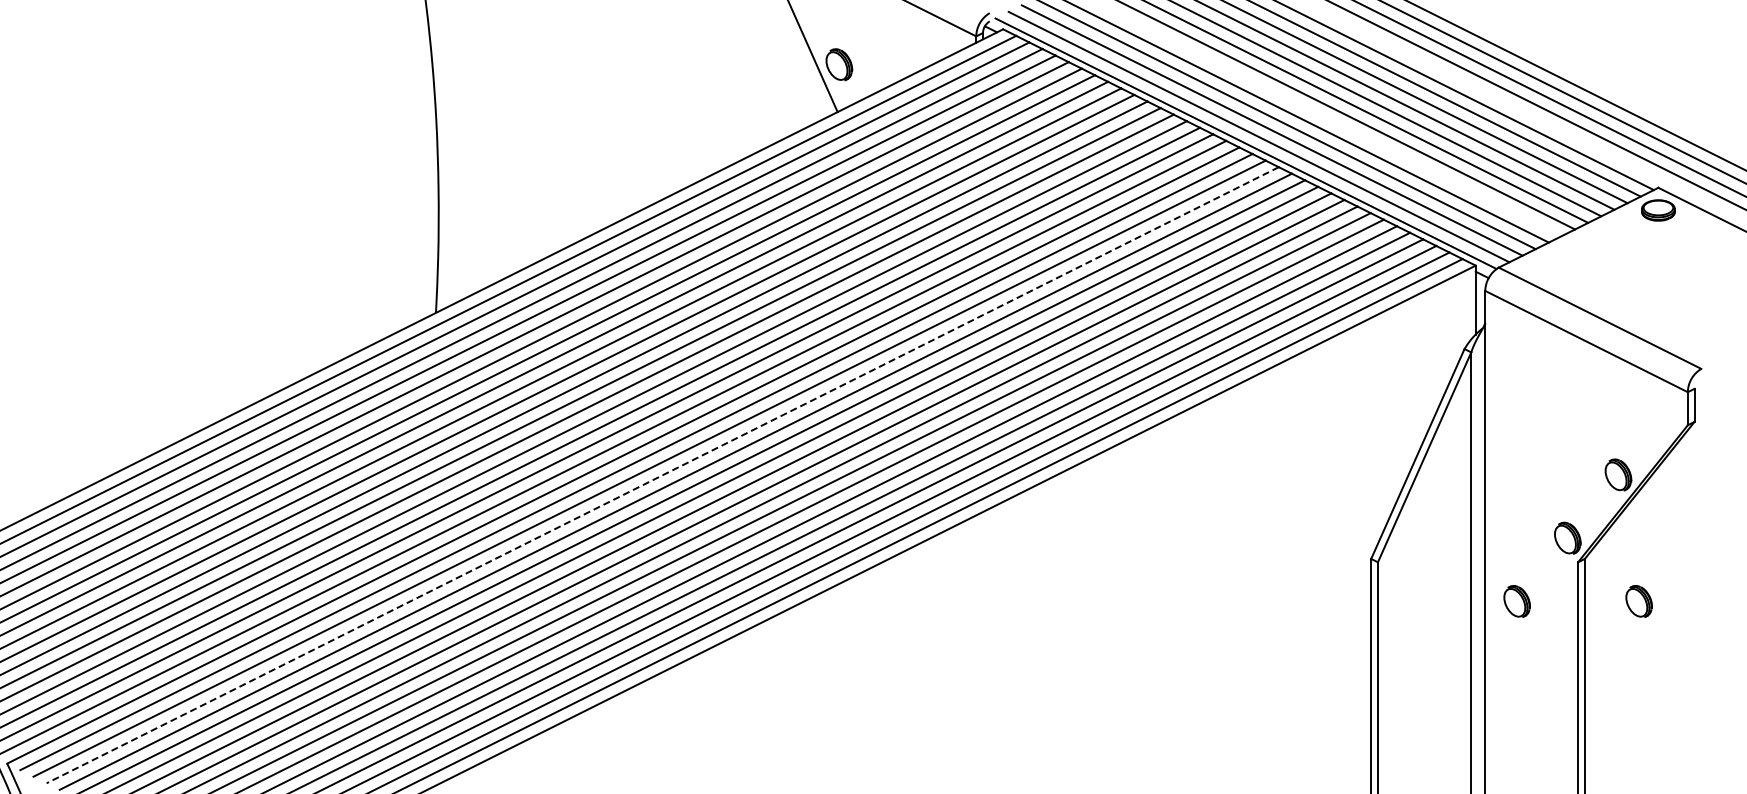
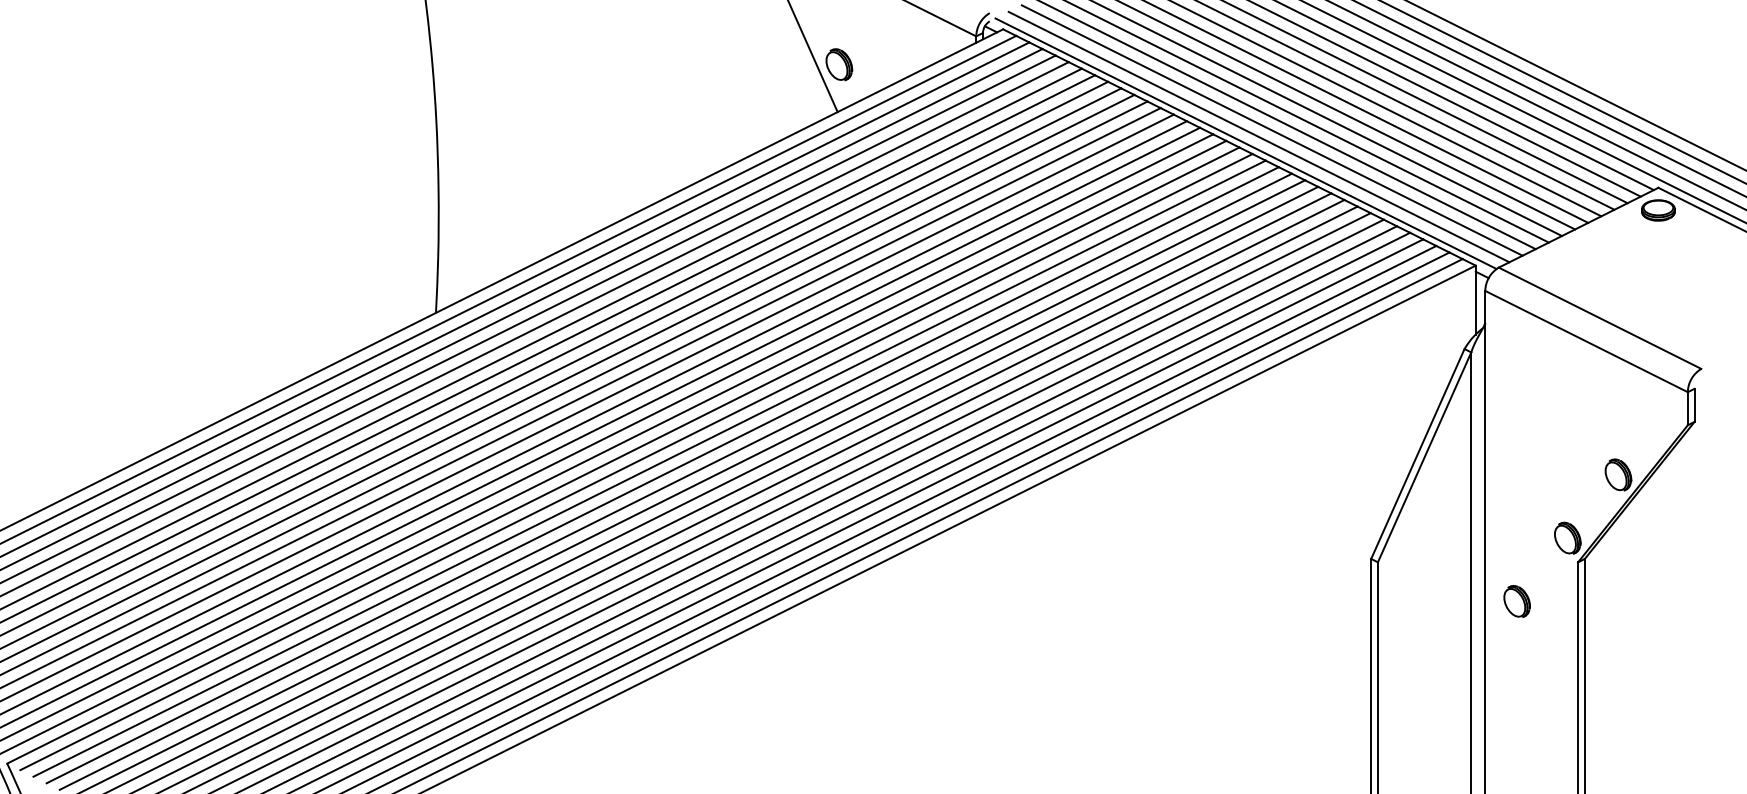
line at (1523, 111): none -> present
line at (1327, 119): none -> present
line at (662, 475): dashed -> solid
part at (1638, 601): present -> none
